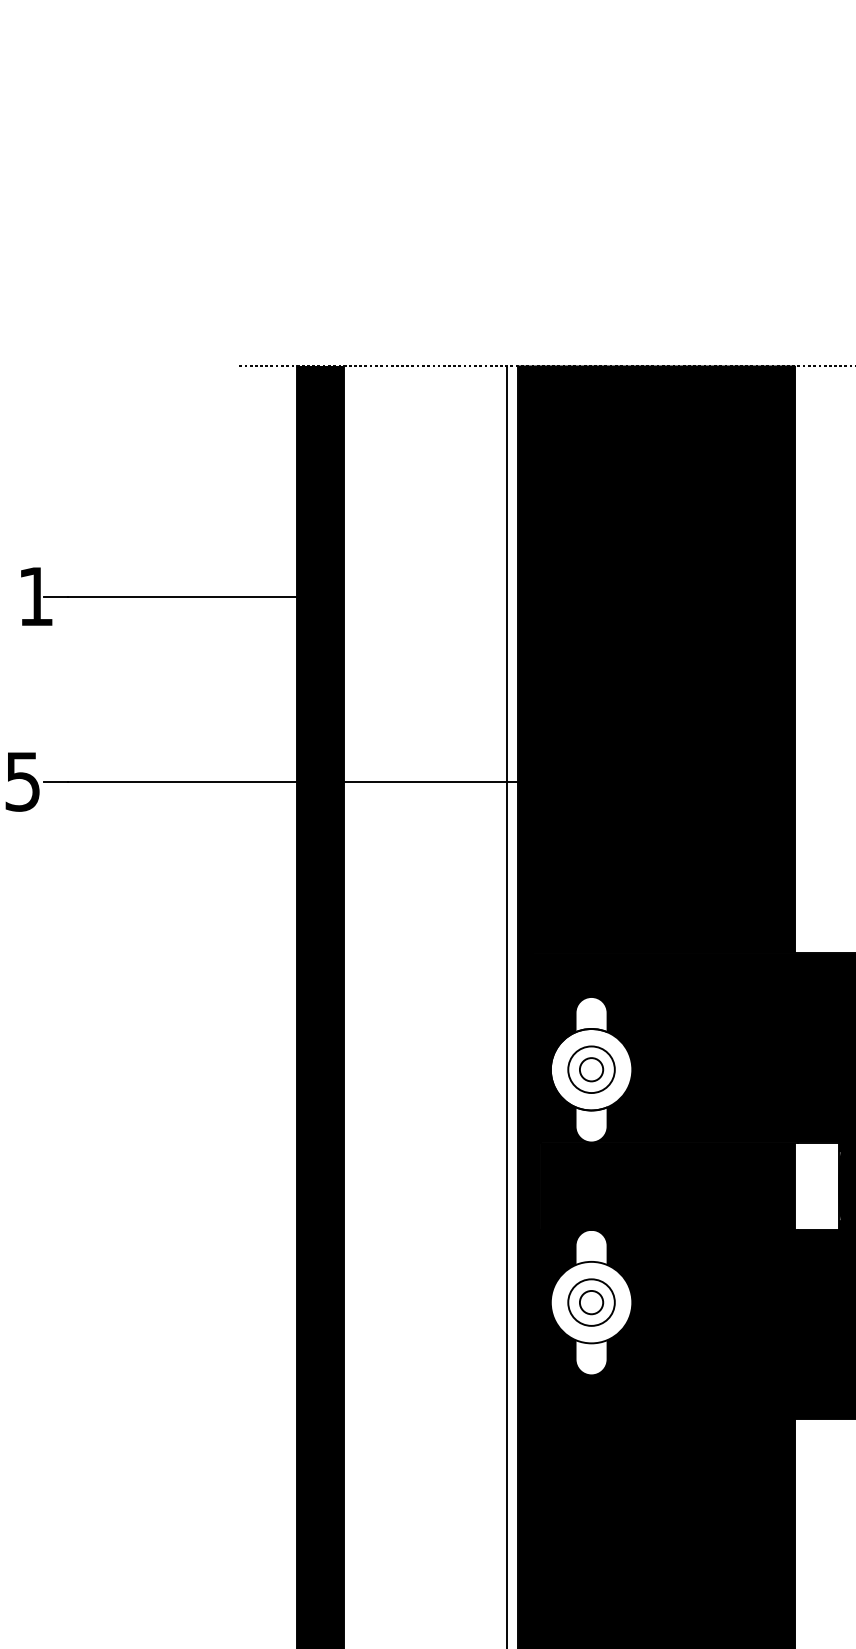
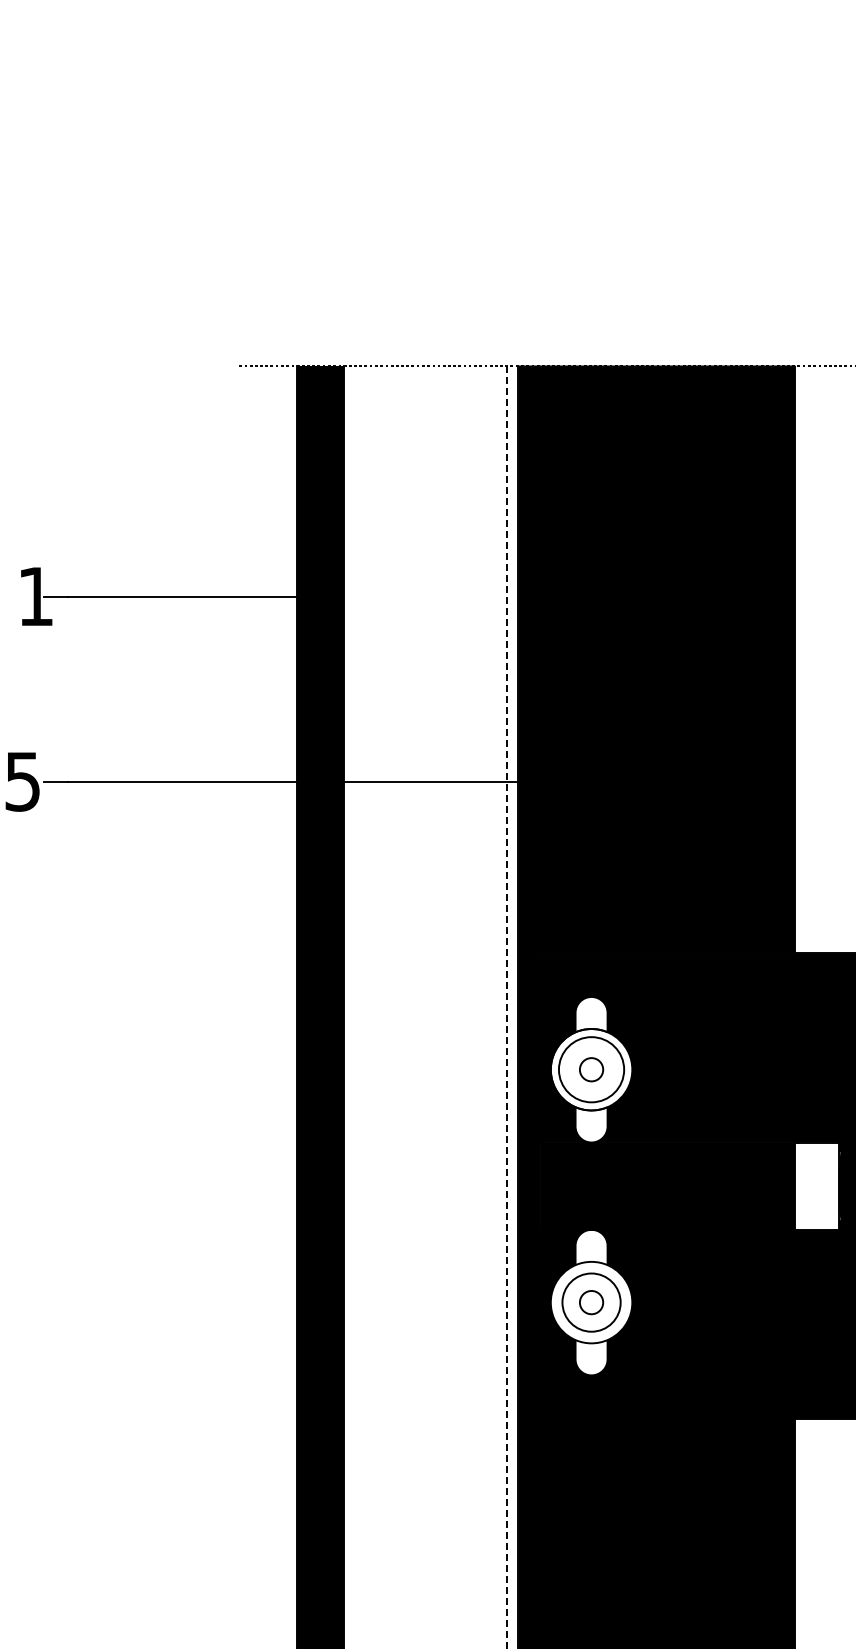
line at (506, 1007): solid -> dashed
circle at (591, 1069) diameter: 47 px -> 65 px
circle at (591, 1302) diameter: 47 px -> 58 px
